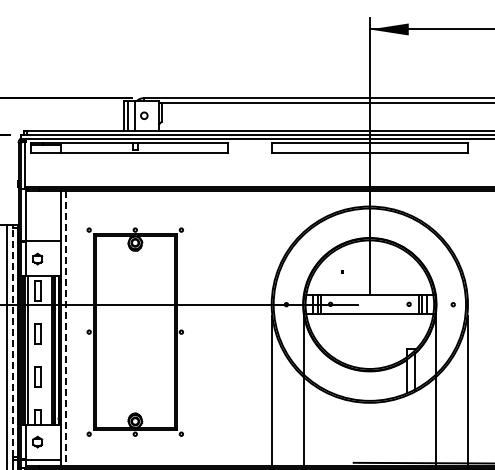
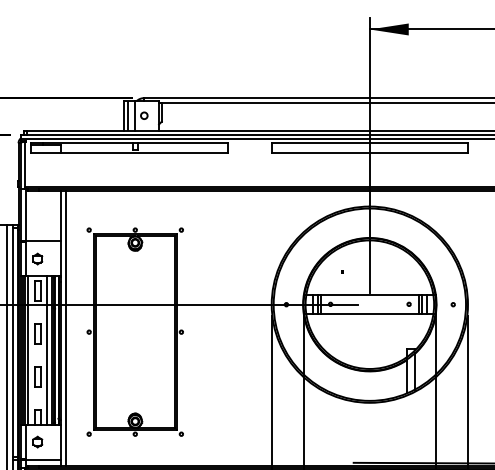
line at (65, 328): dashed -> solid
line at (12, 342): dashed -> solid
line at (47, 350): none -> present
